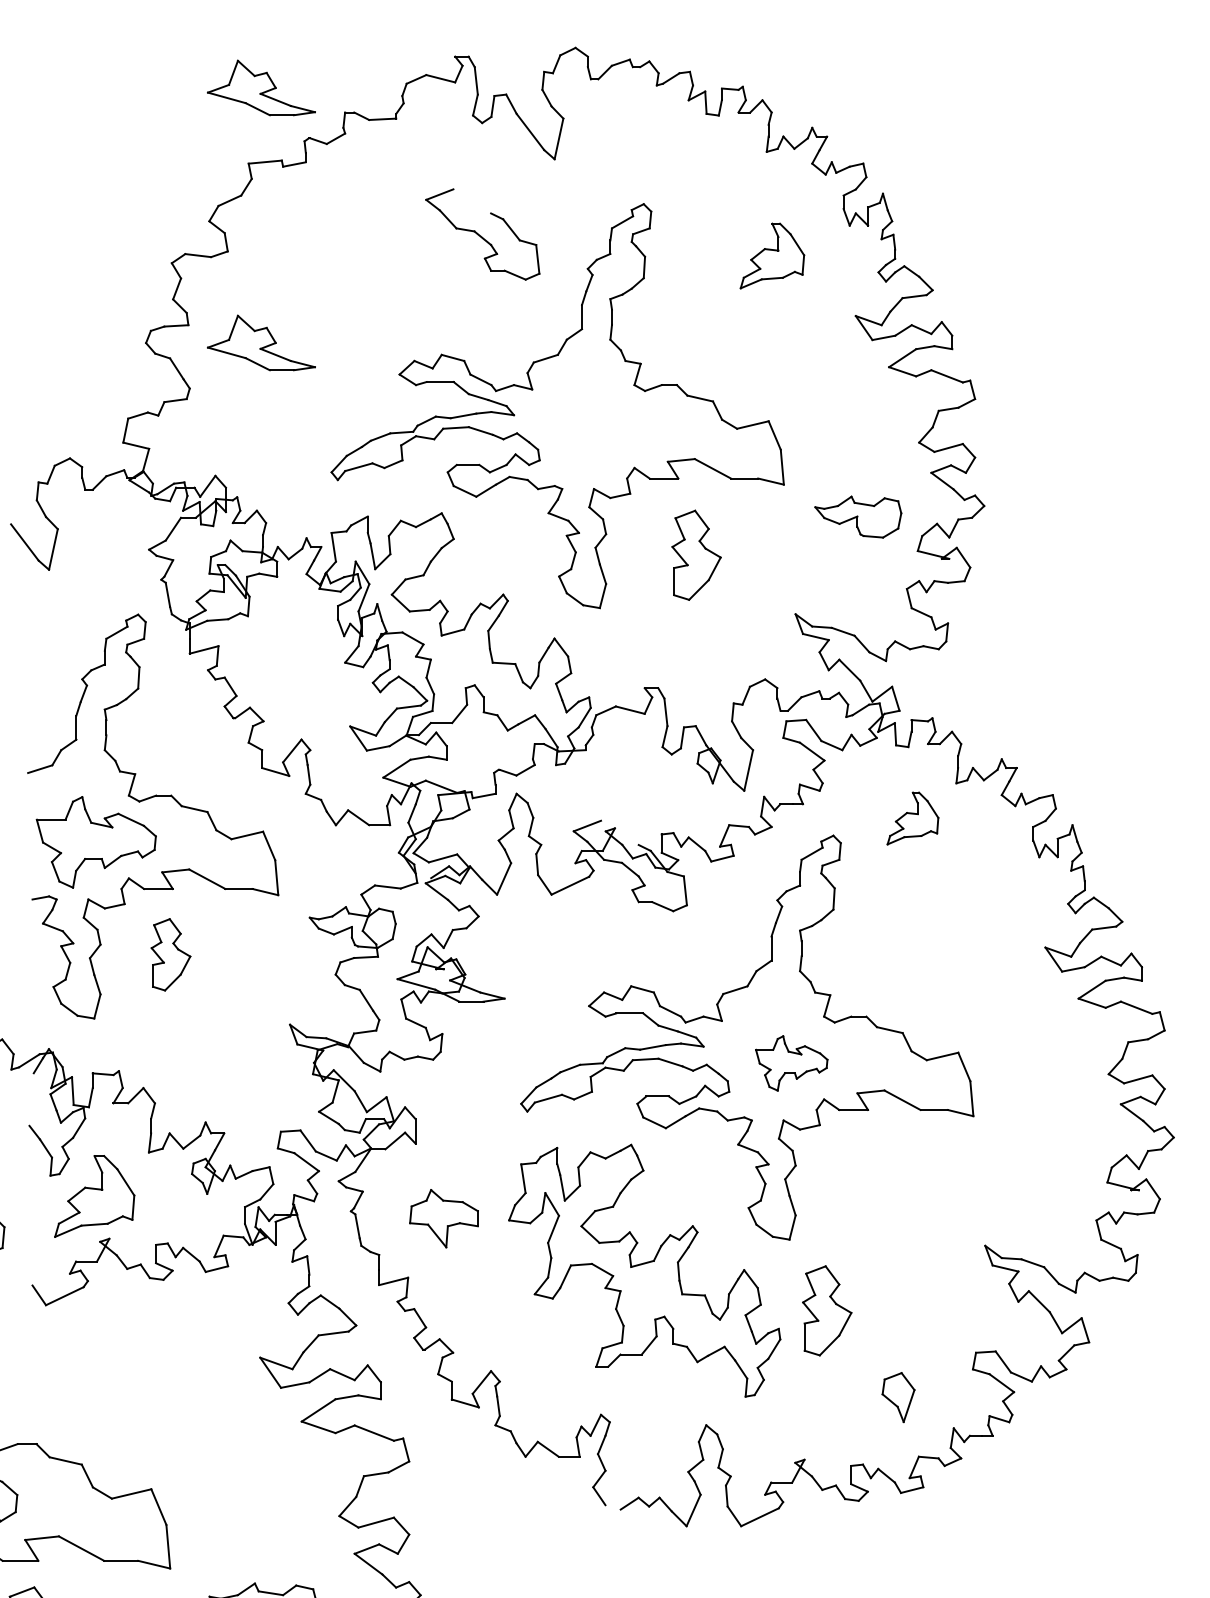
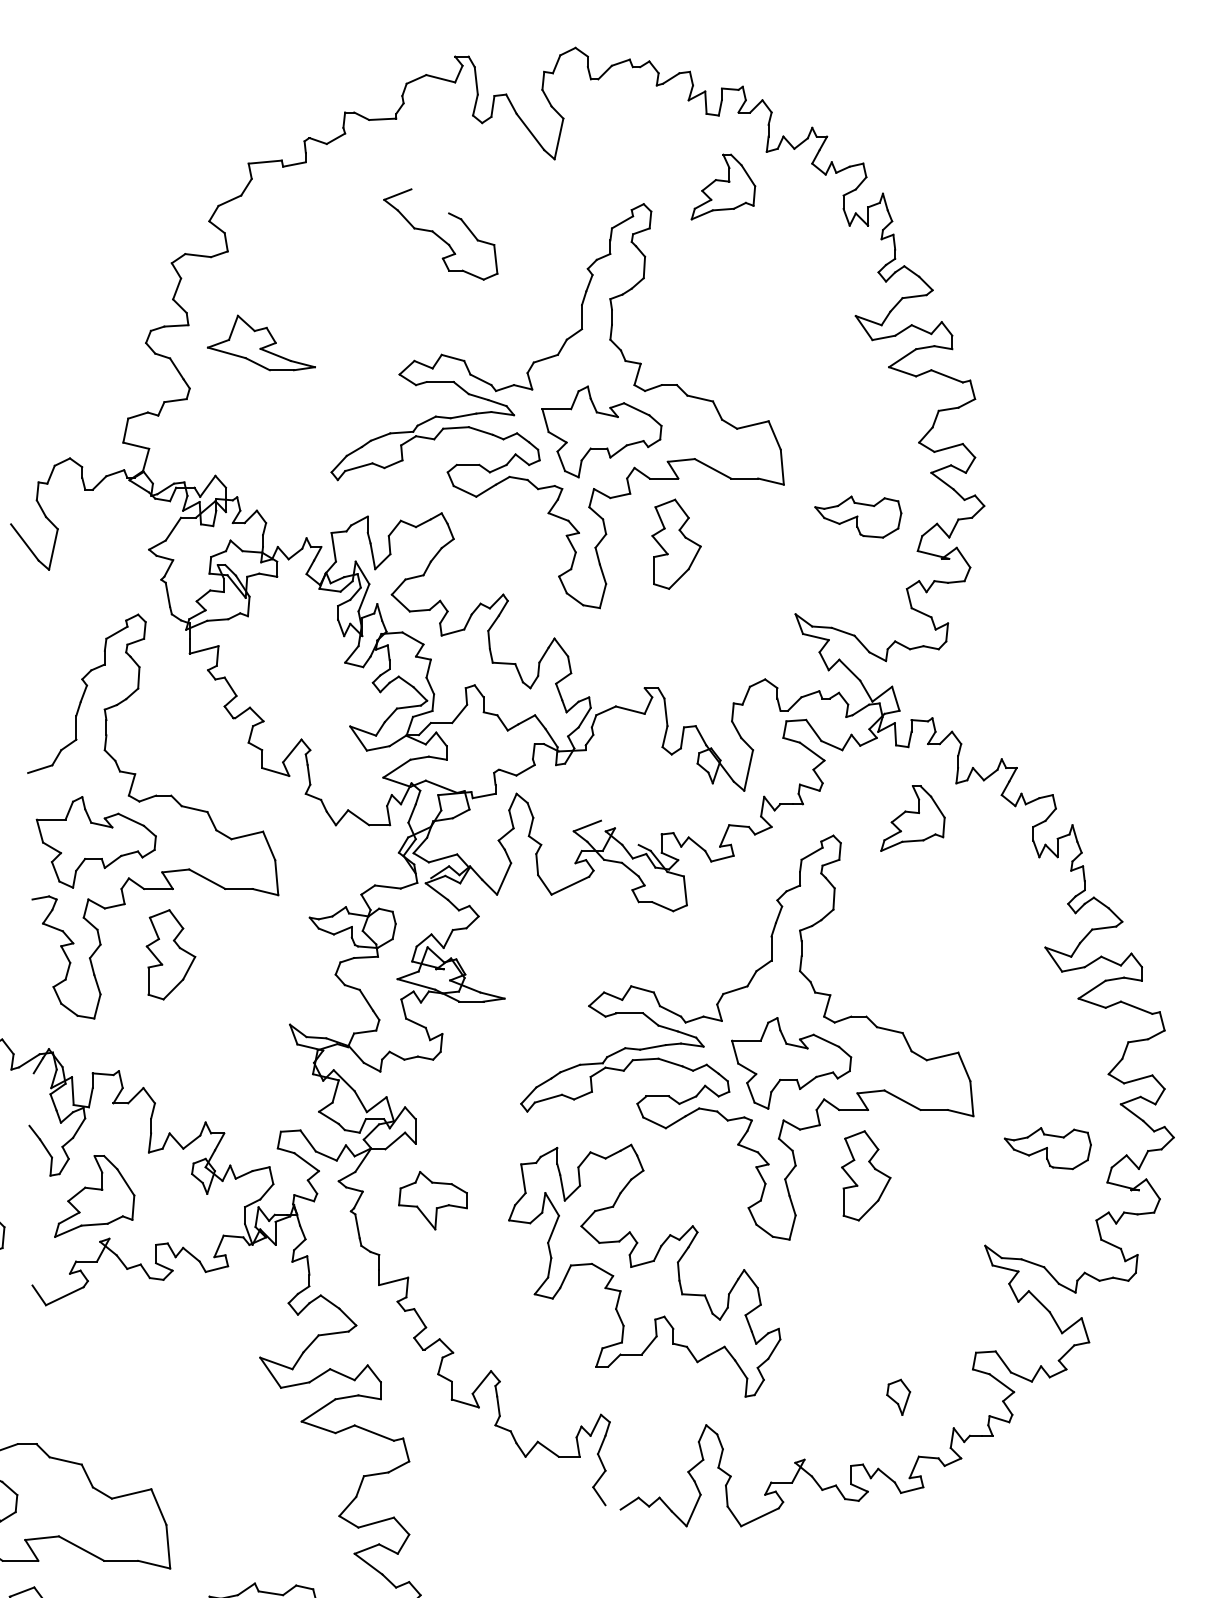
part at (261, 87): present -> none
part at (482, 234) position: (482, 234) -> (440, 234)
part at (772, 255) position: (772, 255) -> (723, 186)
part at (601, 431): none -> present
part at (696, 554) position: (696, 554) -> (676, 543)
part at (912, 818) size: 54x55 px -> 66x67 px
part at (170, 954) size: 42x74 px -> 52x92 px
part at (791, 1063) size: 74x57 px -> 122x93 px
part at (1047, 1148): none -> present
part at (443, 1218) position: (443, 1218) -> (432, 1200)
part at (827, 1310) position: (827, 1310) -> (866, 1175)
part at (898, 1397) size: 35x52 px -> 26x38 px
